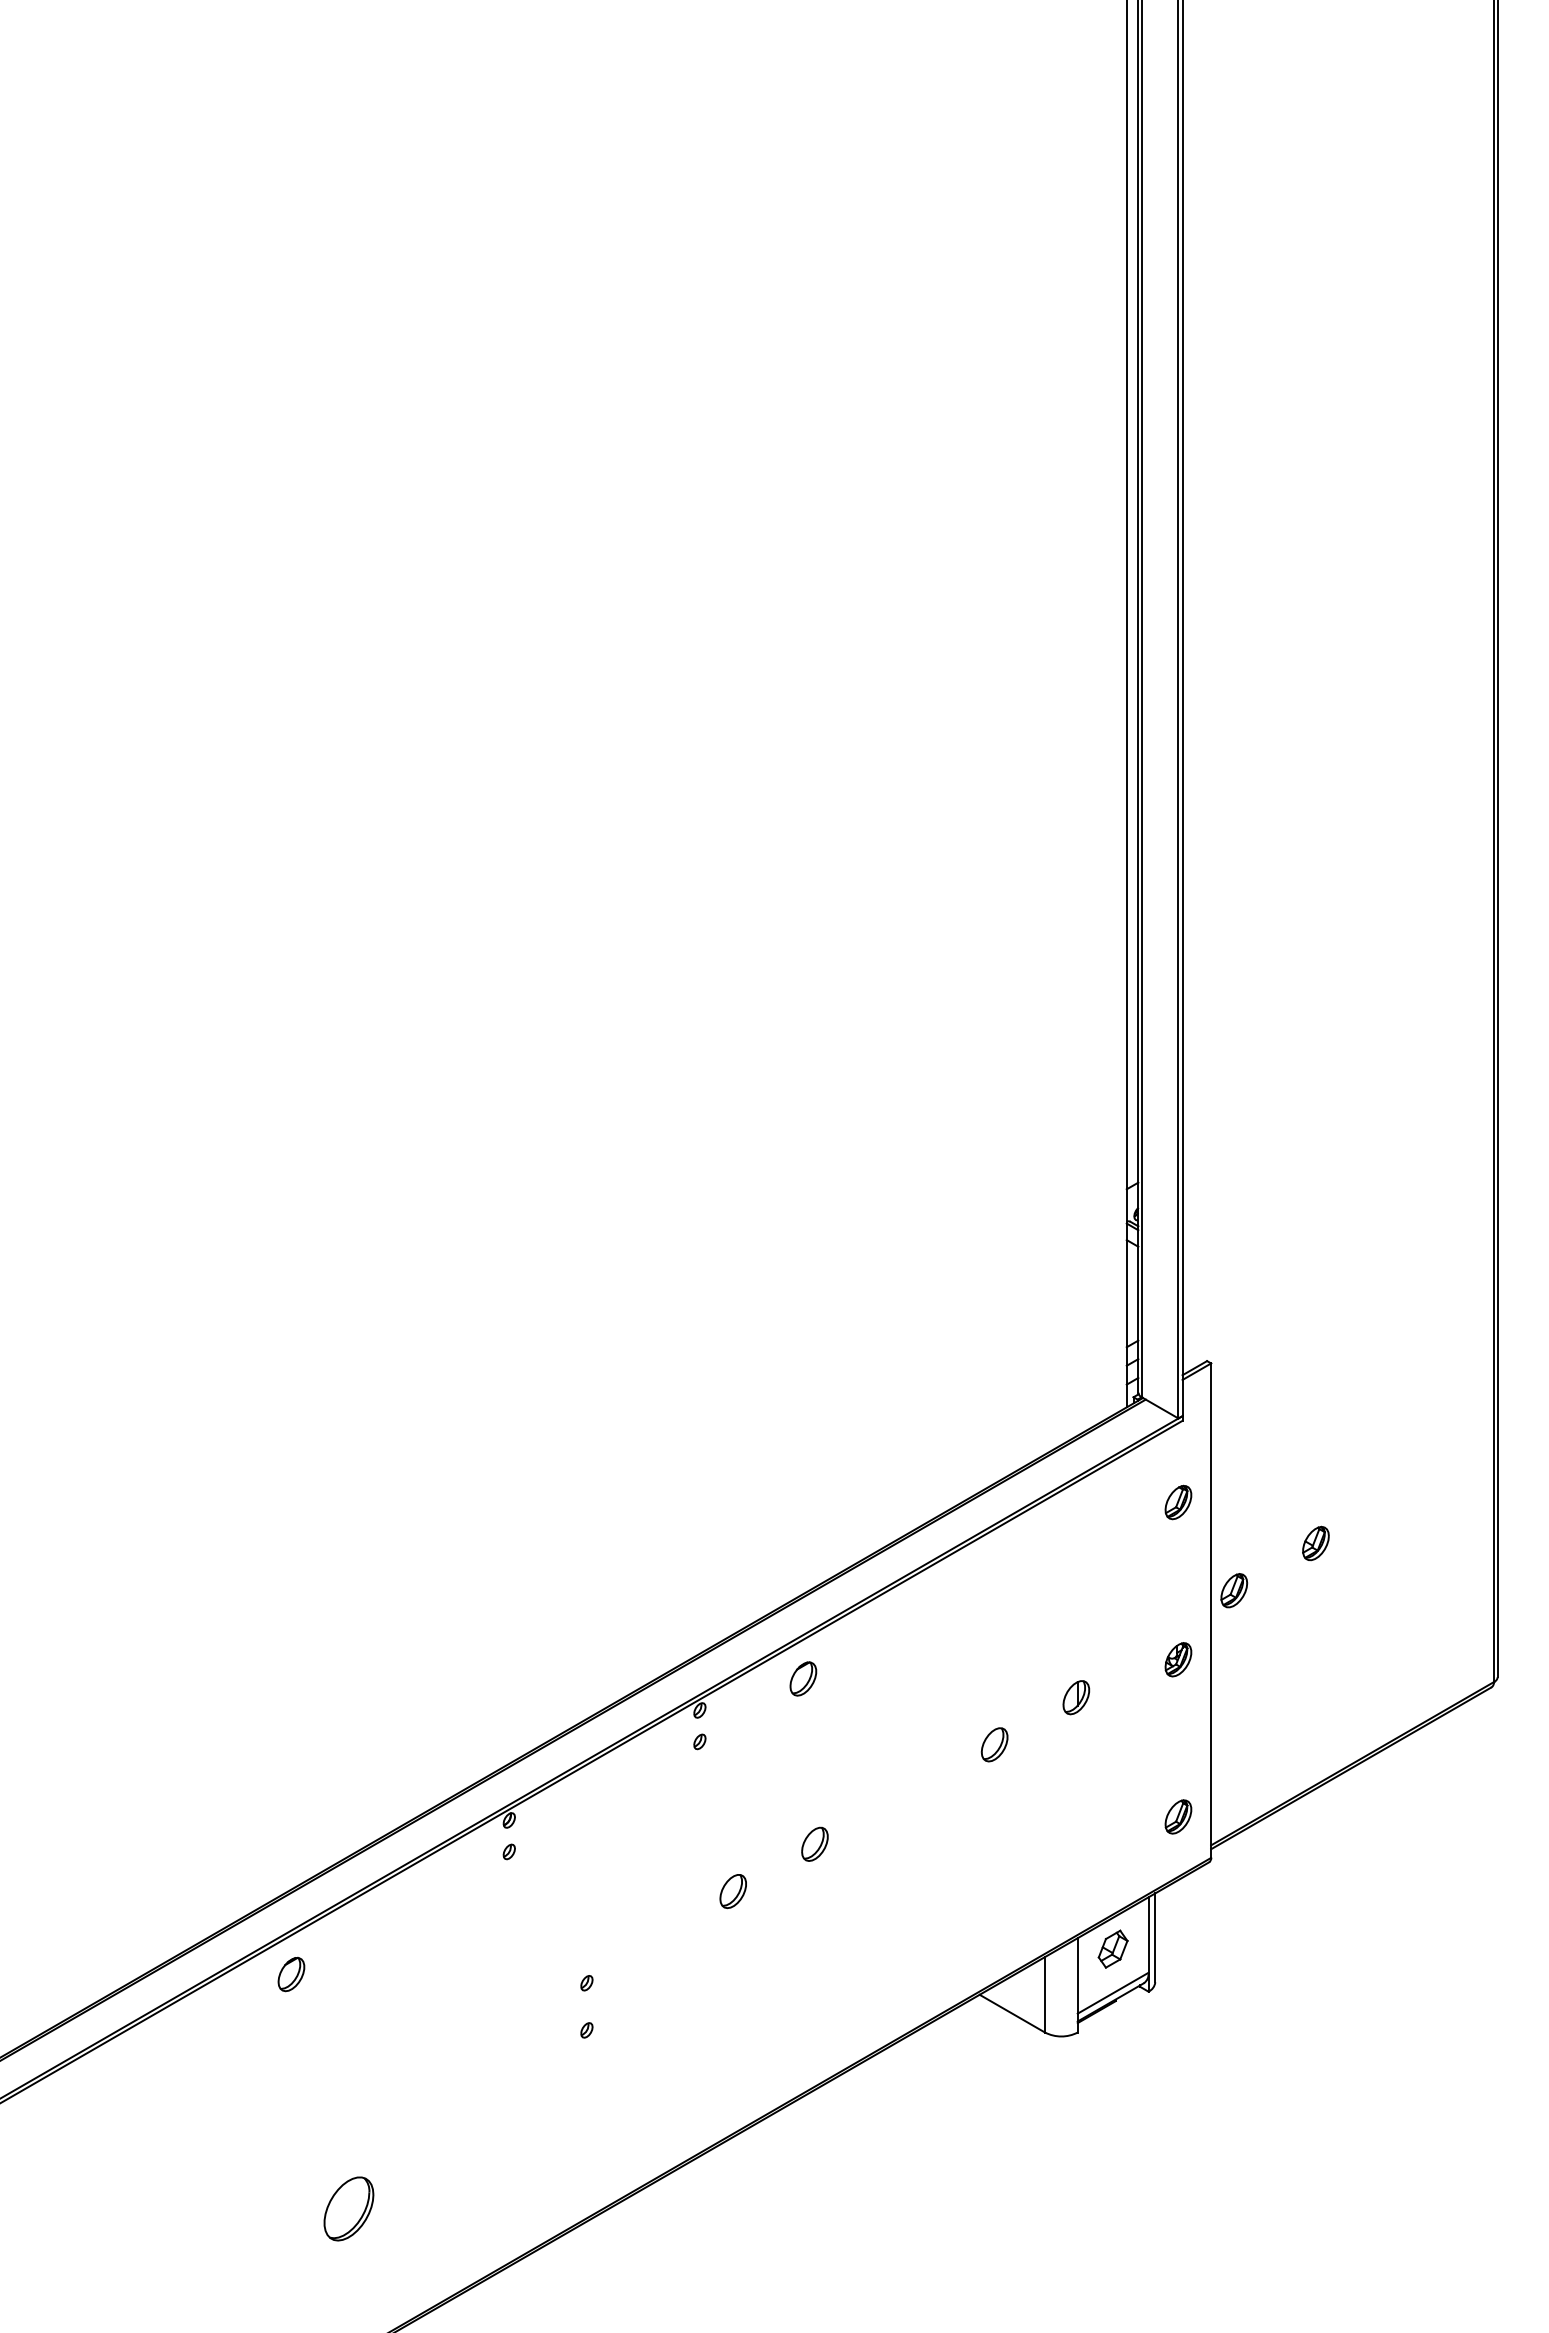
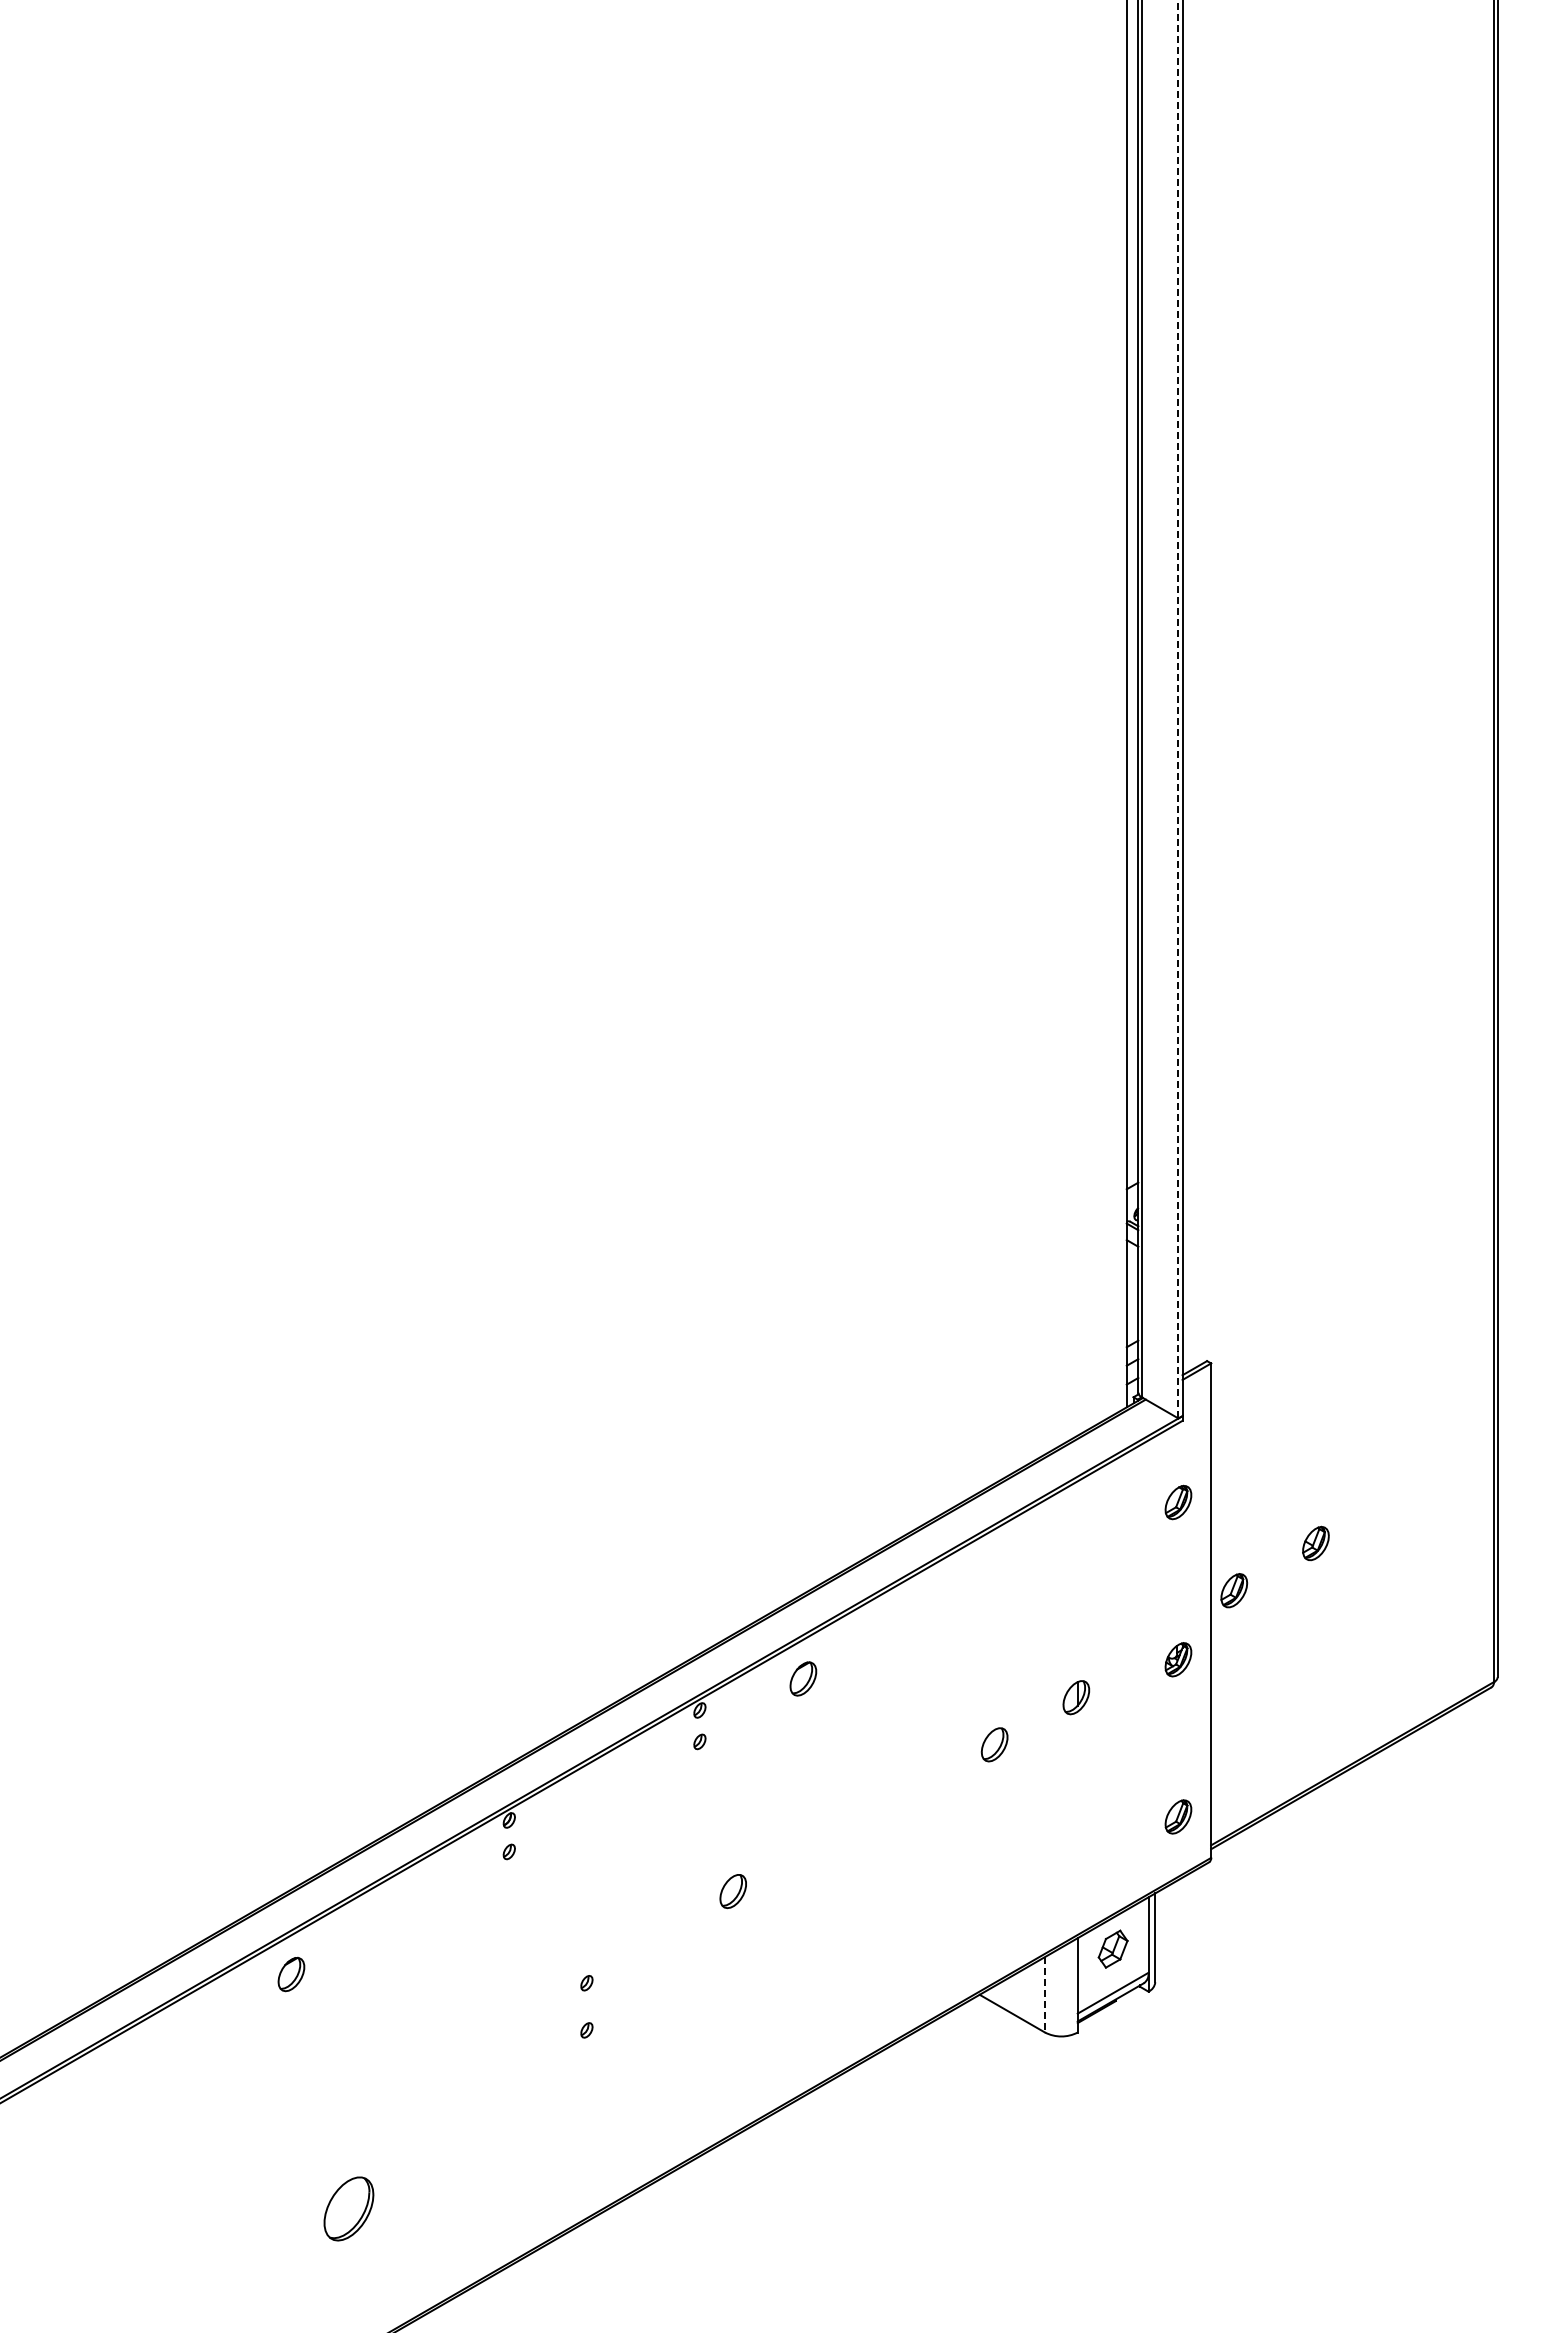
line at (1178, 709): solid -> dashed
part at (814, 1843): present -> none
line at (1045, 1994): solid -> dashed
